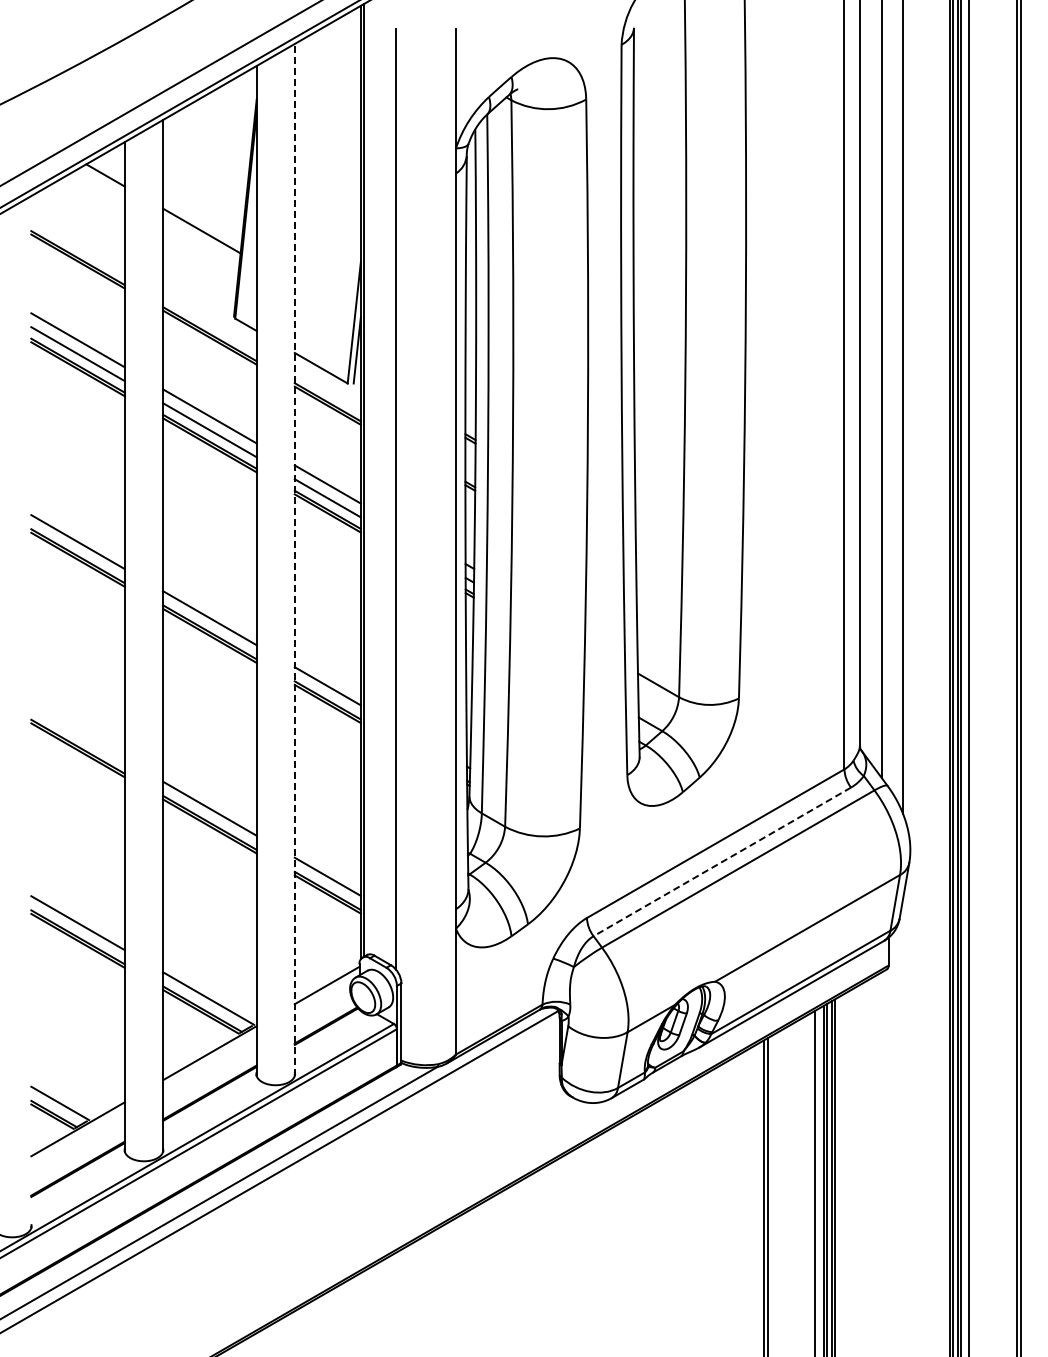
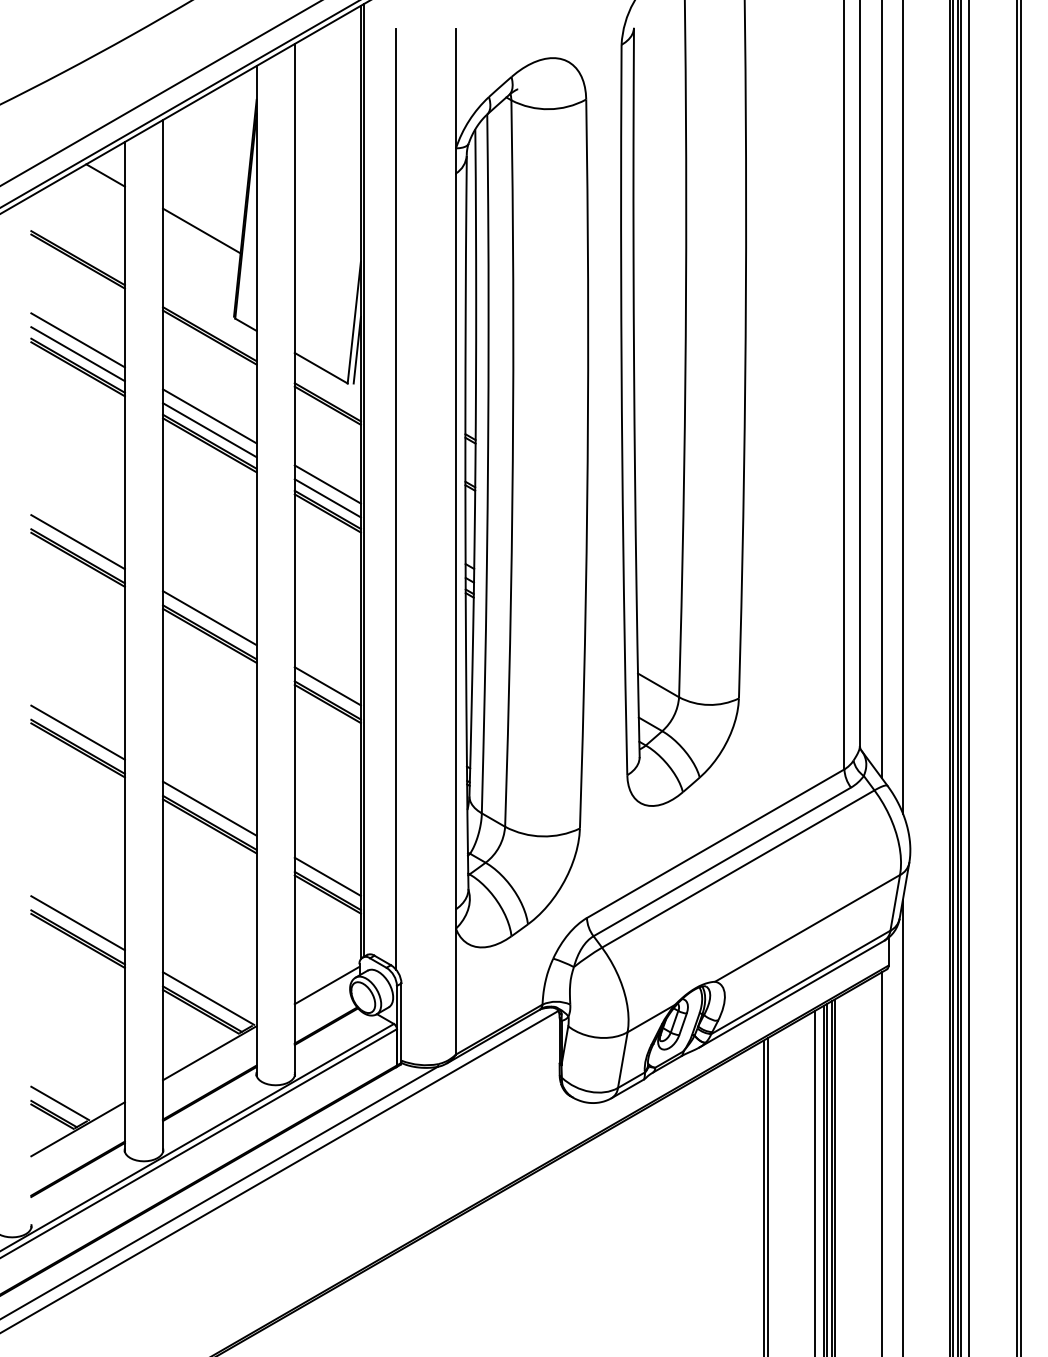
line at (294, 559): dashed -> solid
line at (77, 732): none -> present
line at (722, 861): dashed -> solid
line at (902, 1126): none -> present
line at (881, 1162): none -> present
